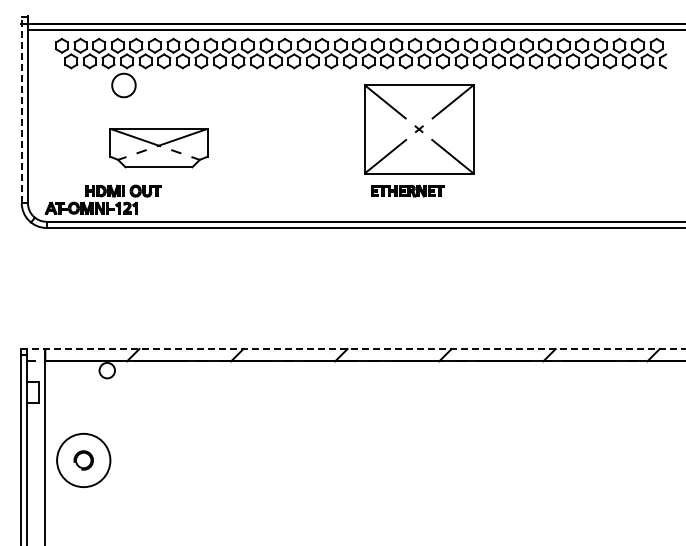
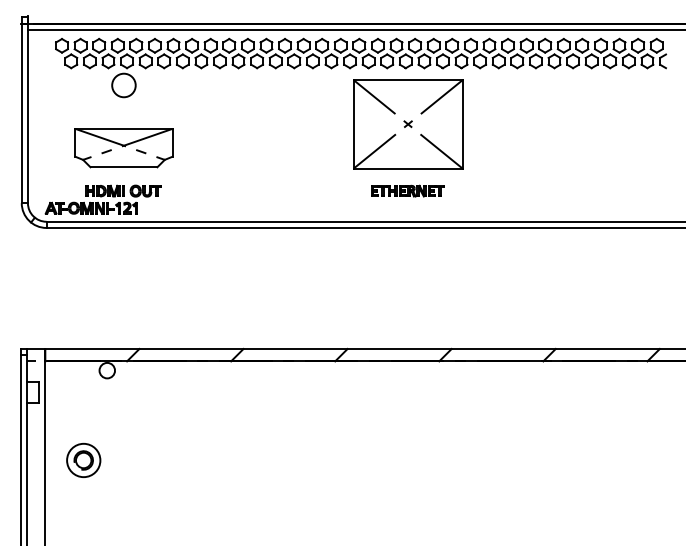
line at (21, 110): dashed -> solid
part at (419, 129) position: (419, 129) -> (408, 124)
part at (158, 148) position: (158, 148) -> (123, 148)
line at (353, 348): dashed -> solid
circle at (83, 460) diameter: 53 px -> 33 px
